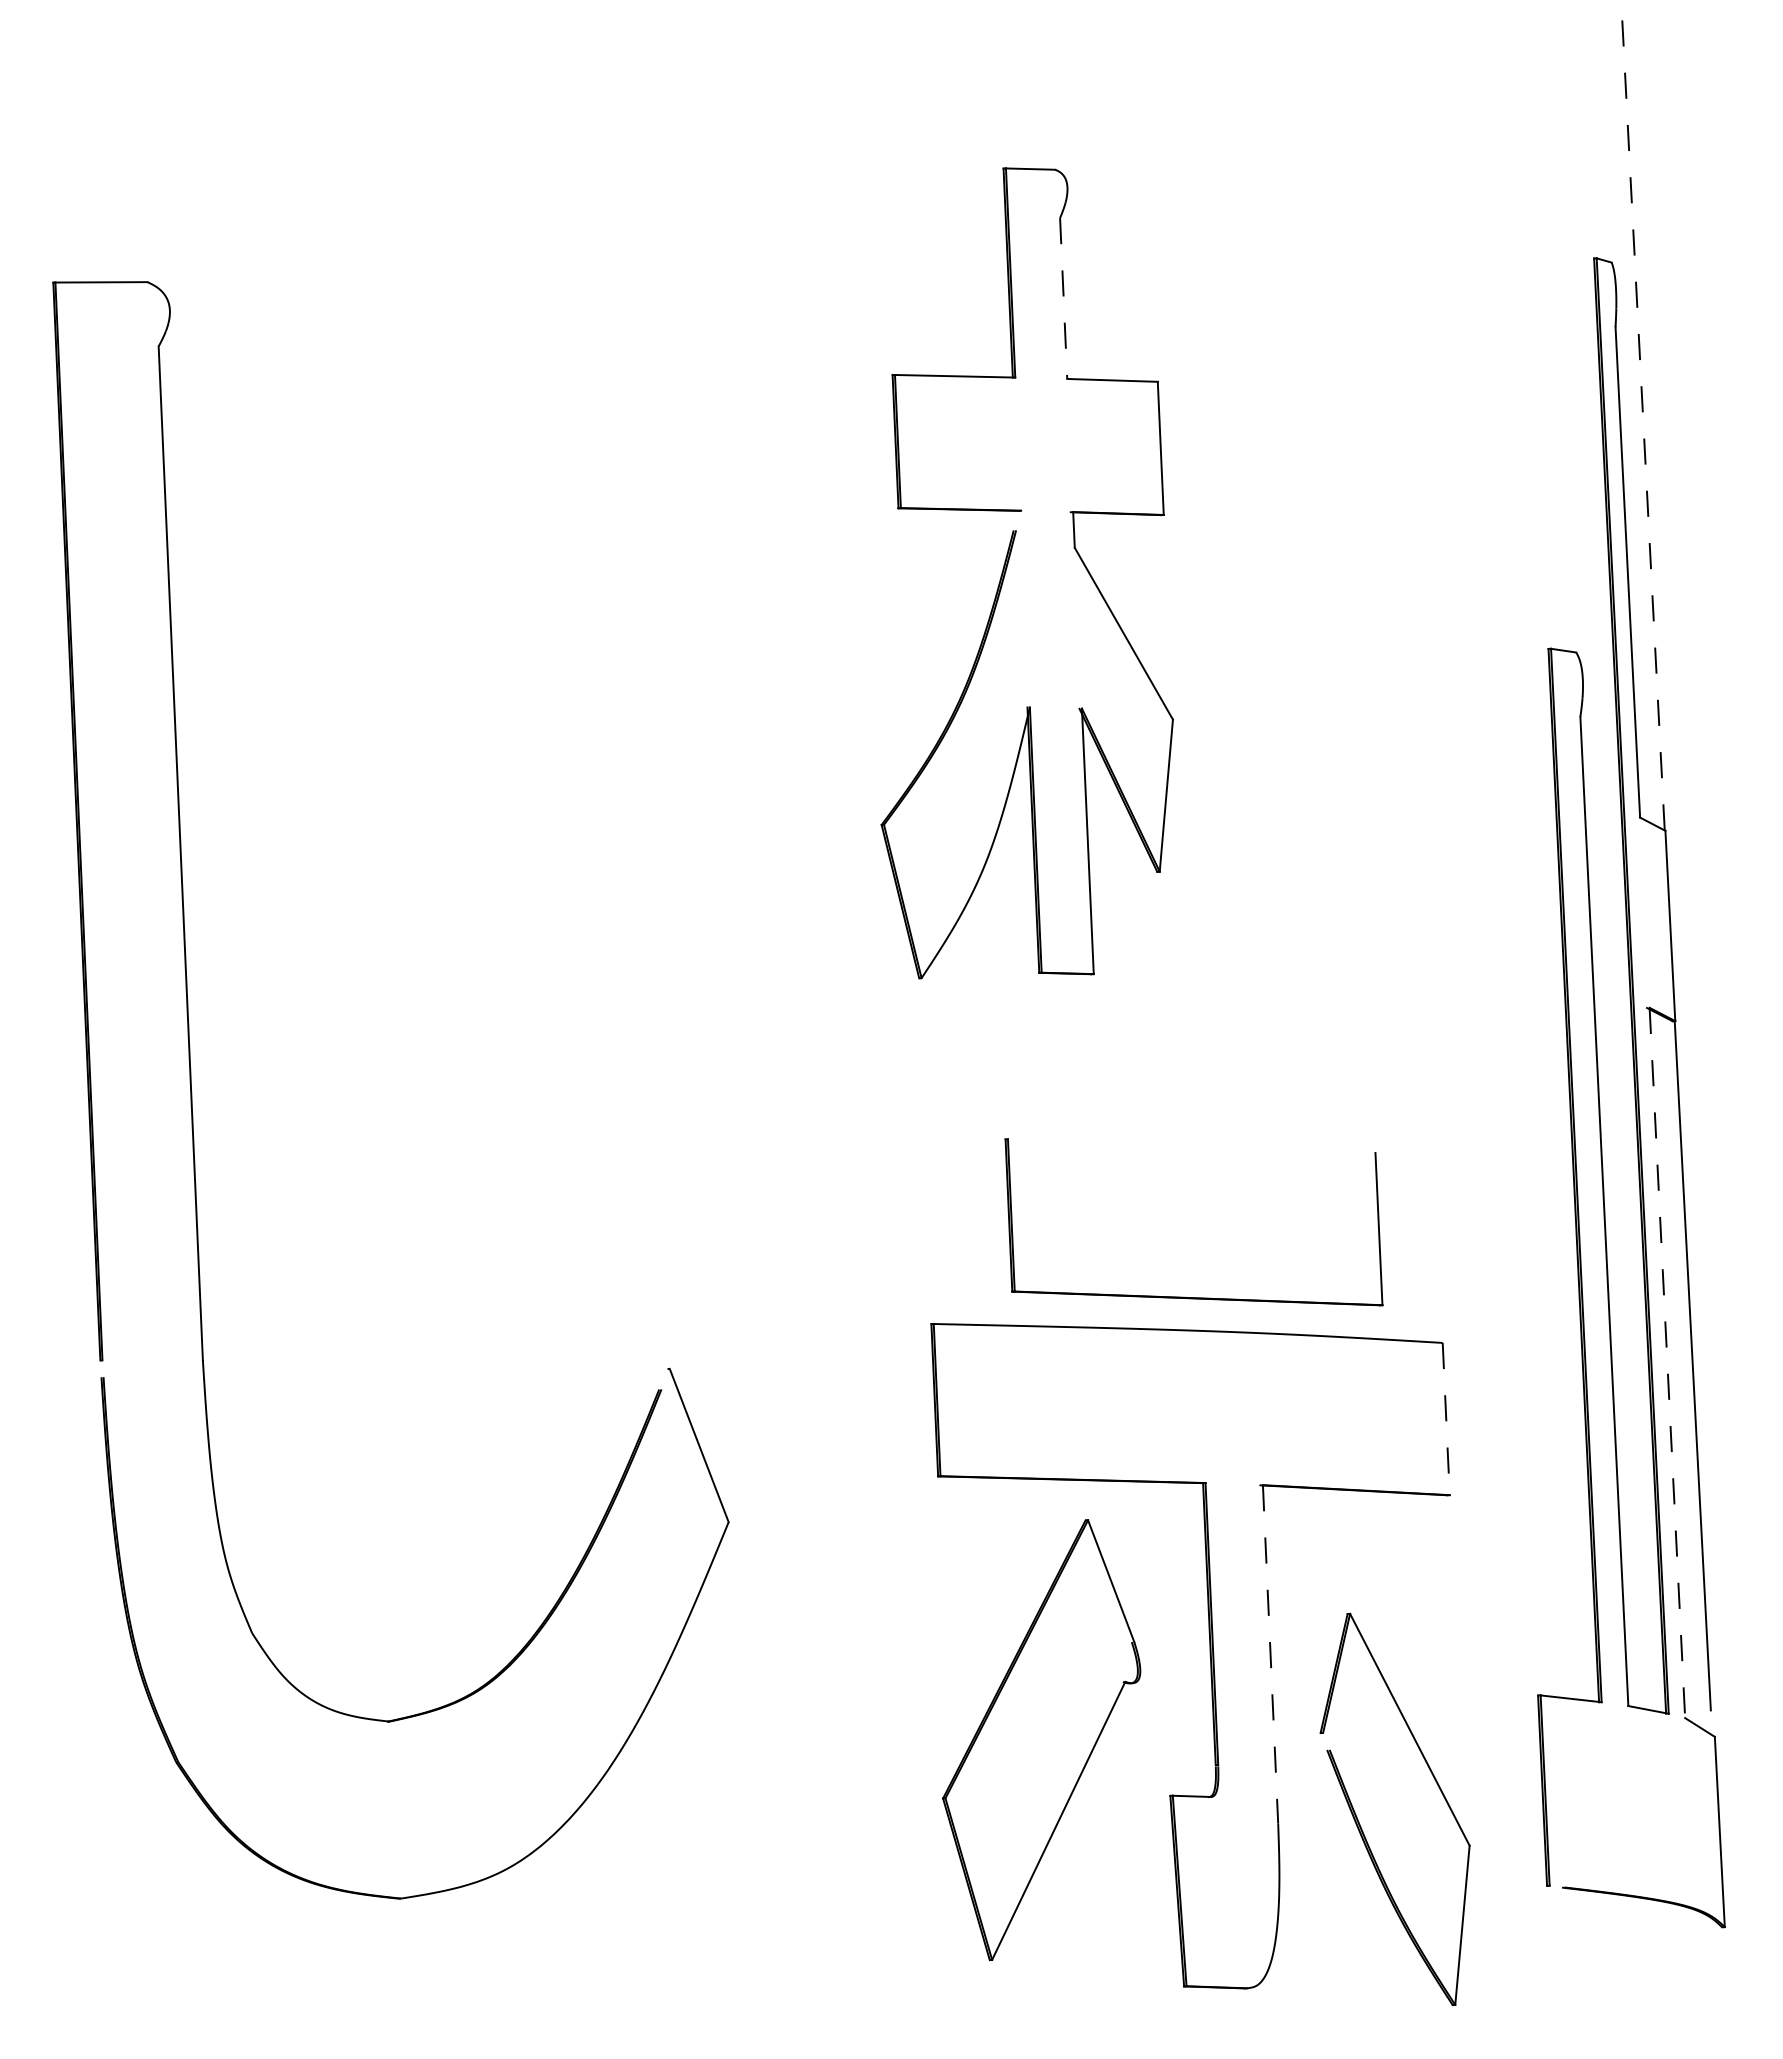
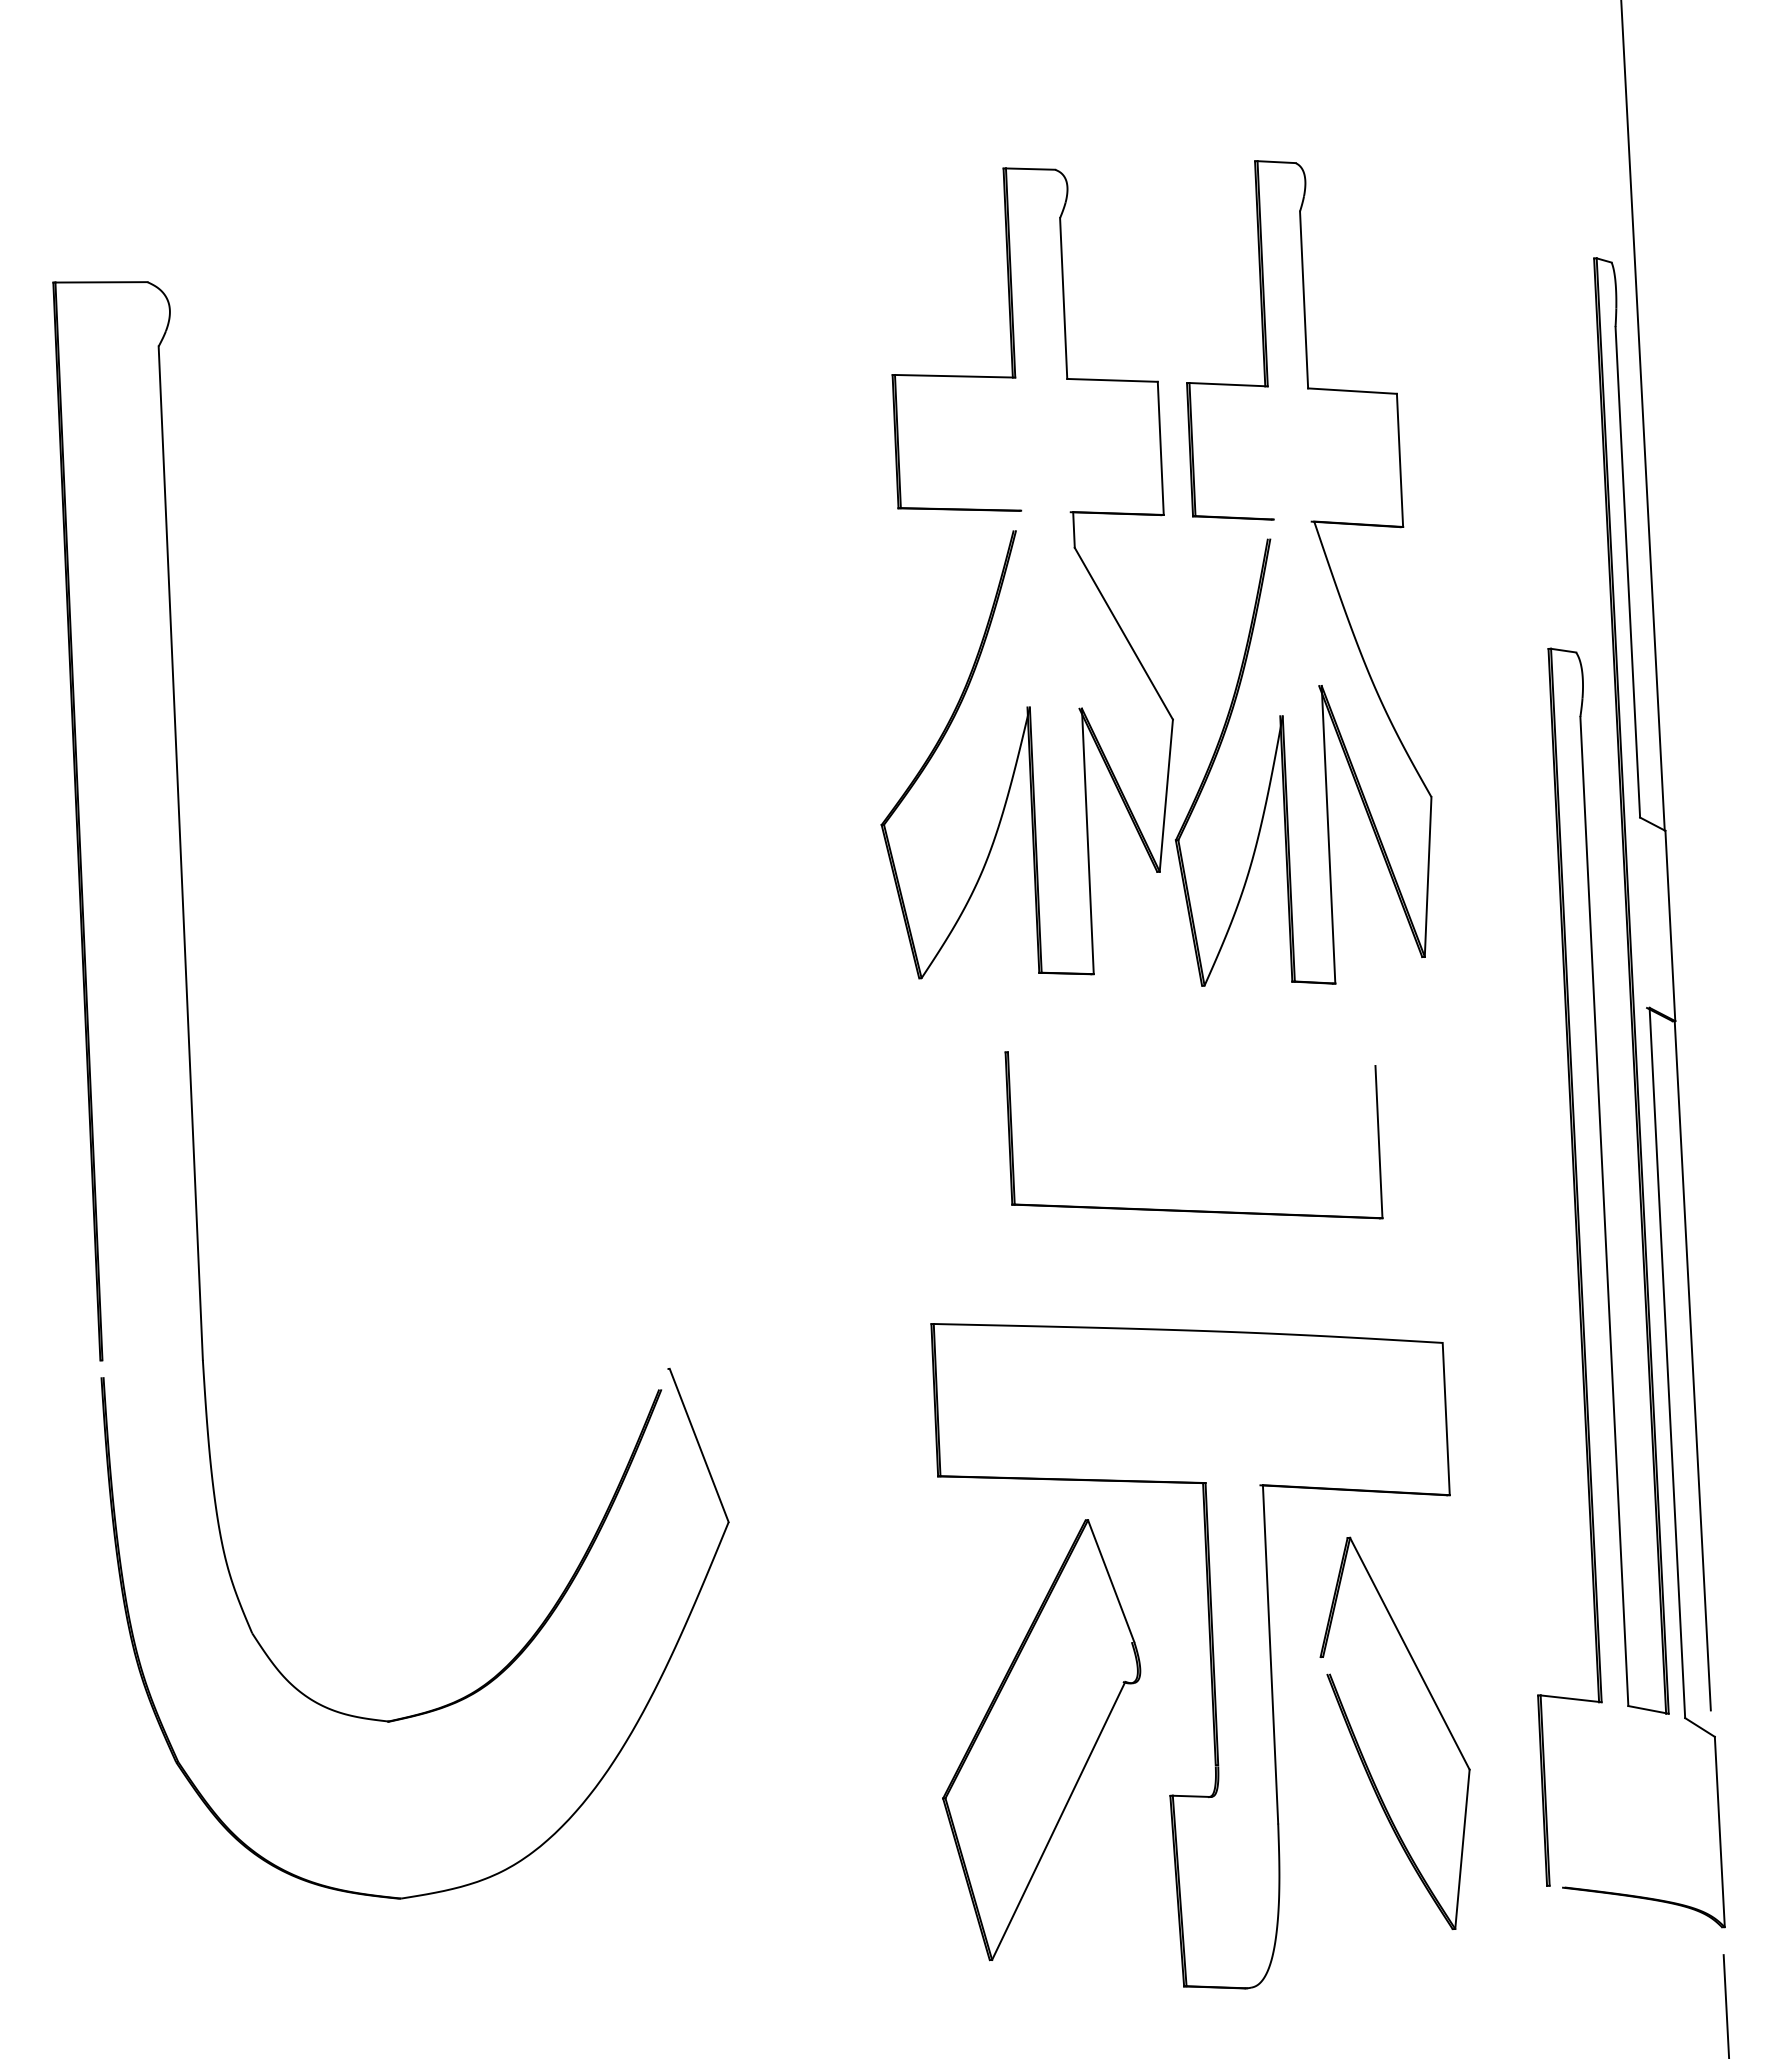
line at (1063, 298): dashed -> solid
line at (1642, 415): dashed -> solid
part at (1327, 564): none -> present
part at (1184, 1296) position: (1184, 1296) -> (1184, 1209)
line at (1667, 1362): dashed -> solid
line at (1446, 1419): dashed -> solid
line at (1270, 1654): dashed -> solid
part at (1359, 1821) position: (1359, 1821) -> (1359, 1745)
line at (1725, 2005): none -> present
